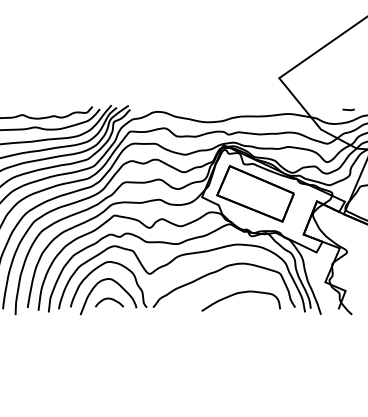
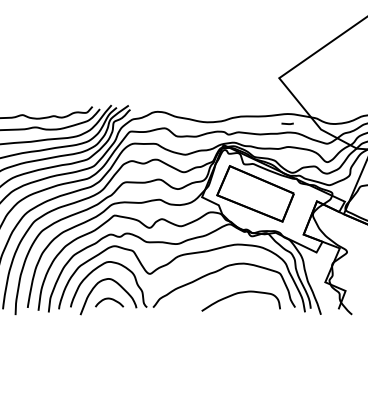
line at (348, 109) position: (348, 109) -> (287, 123)
